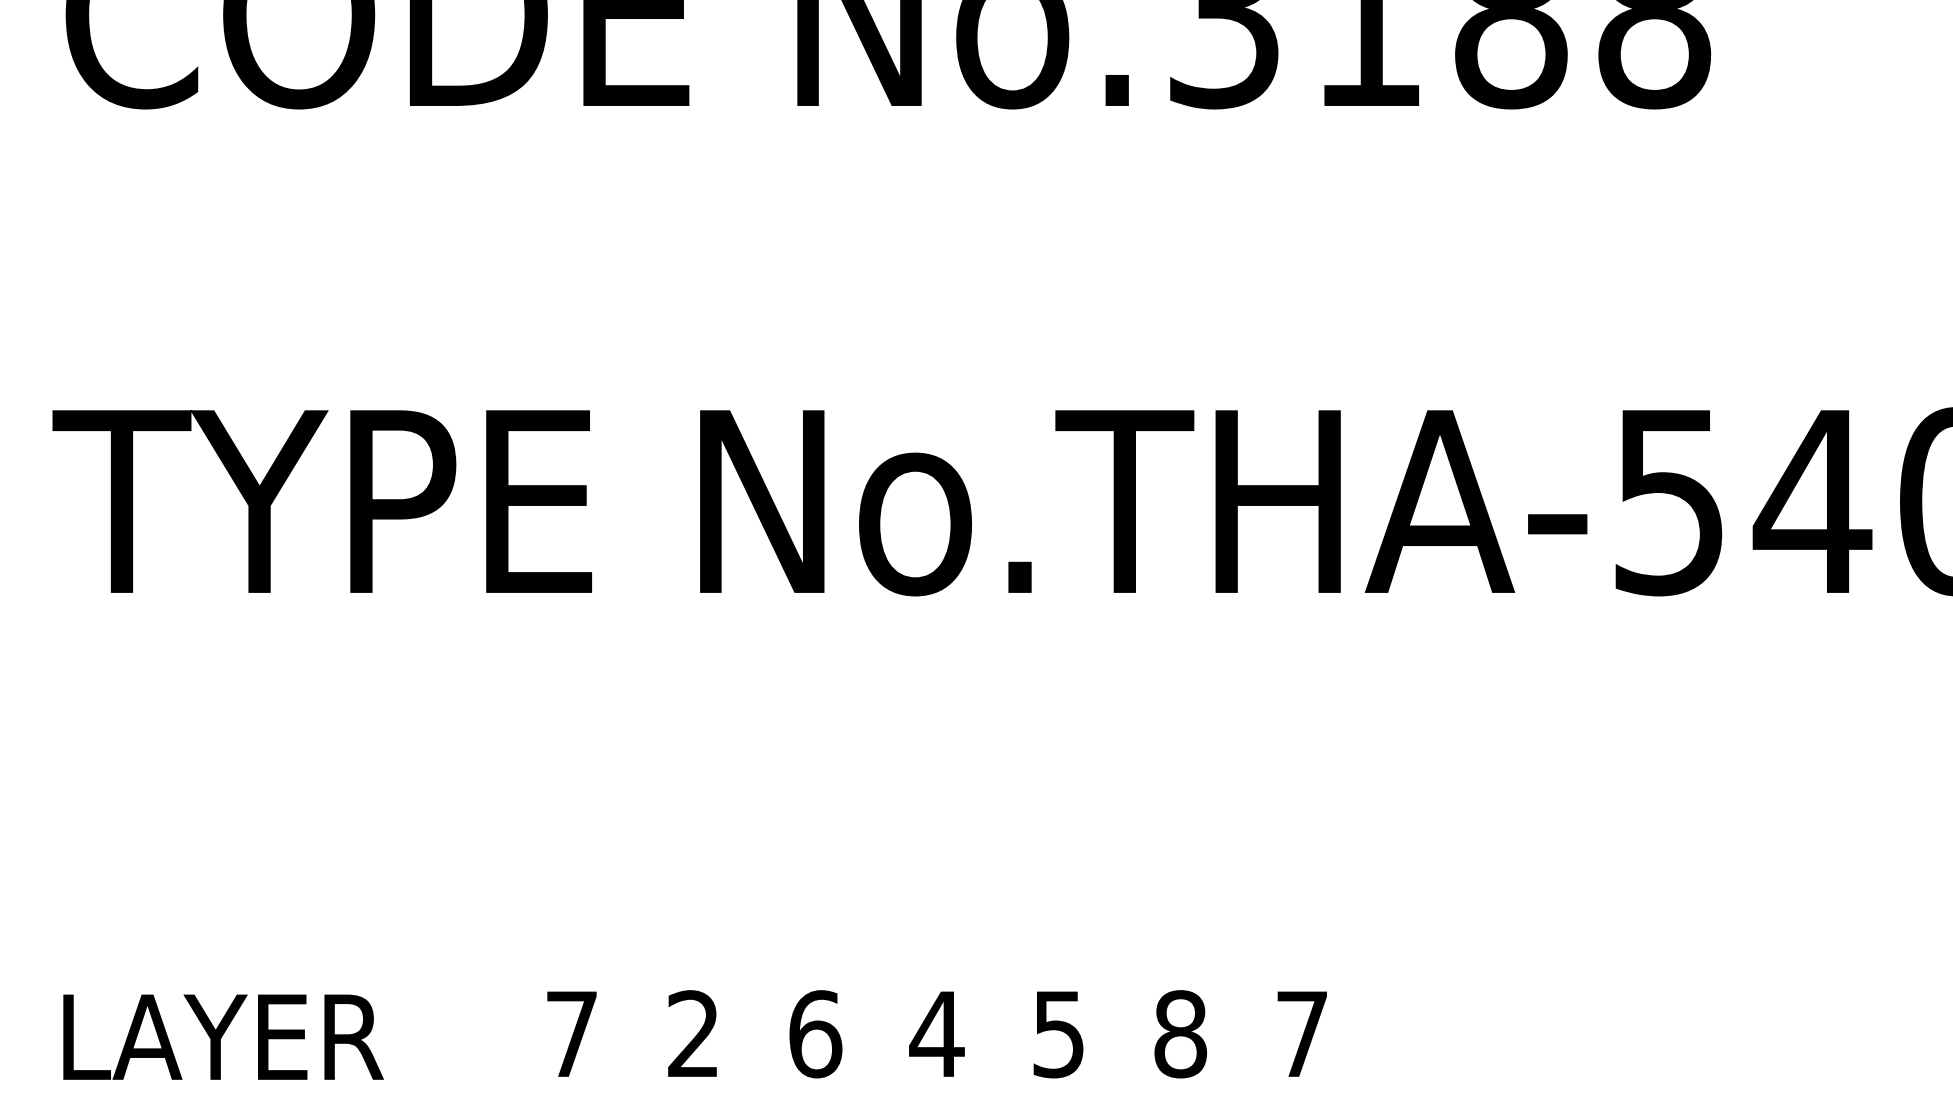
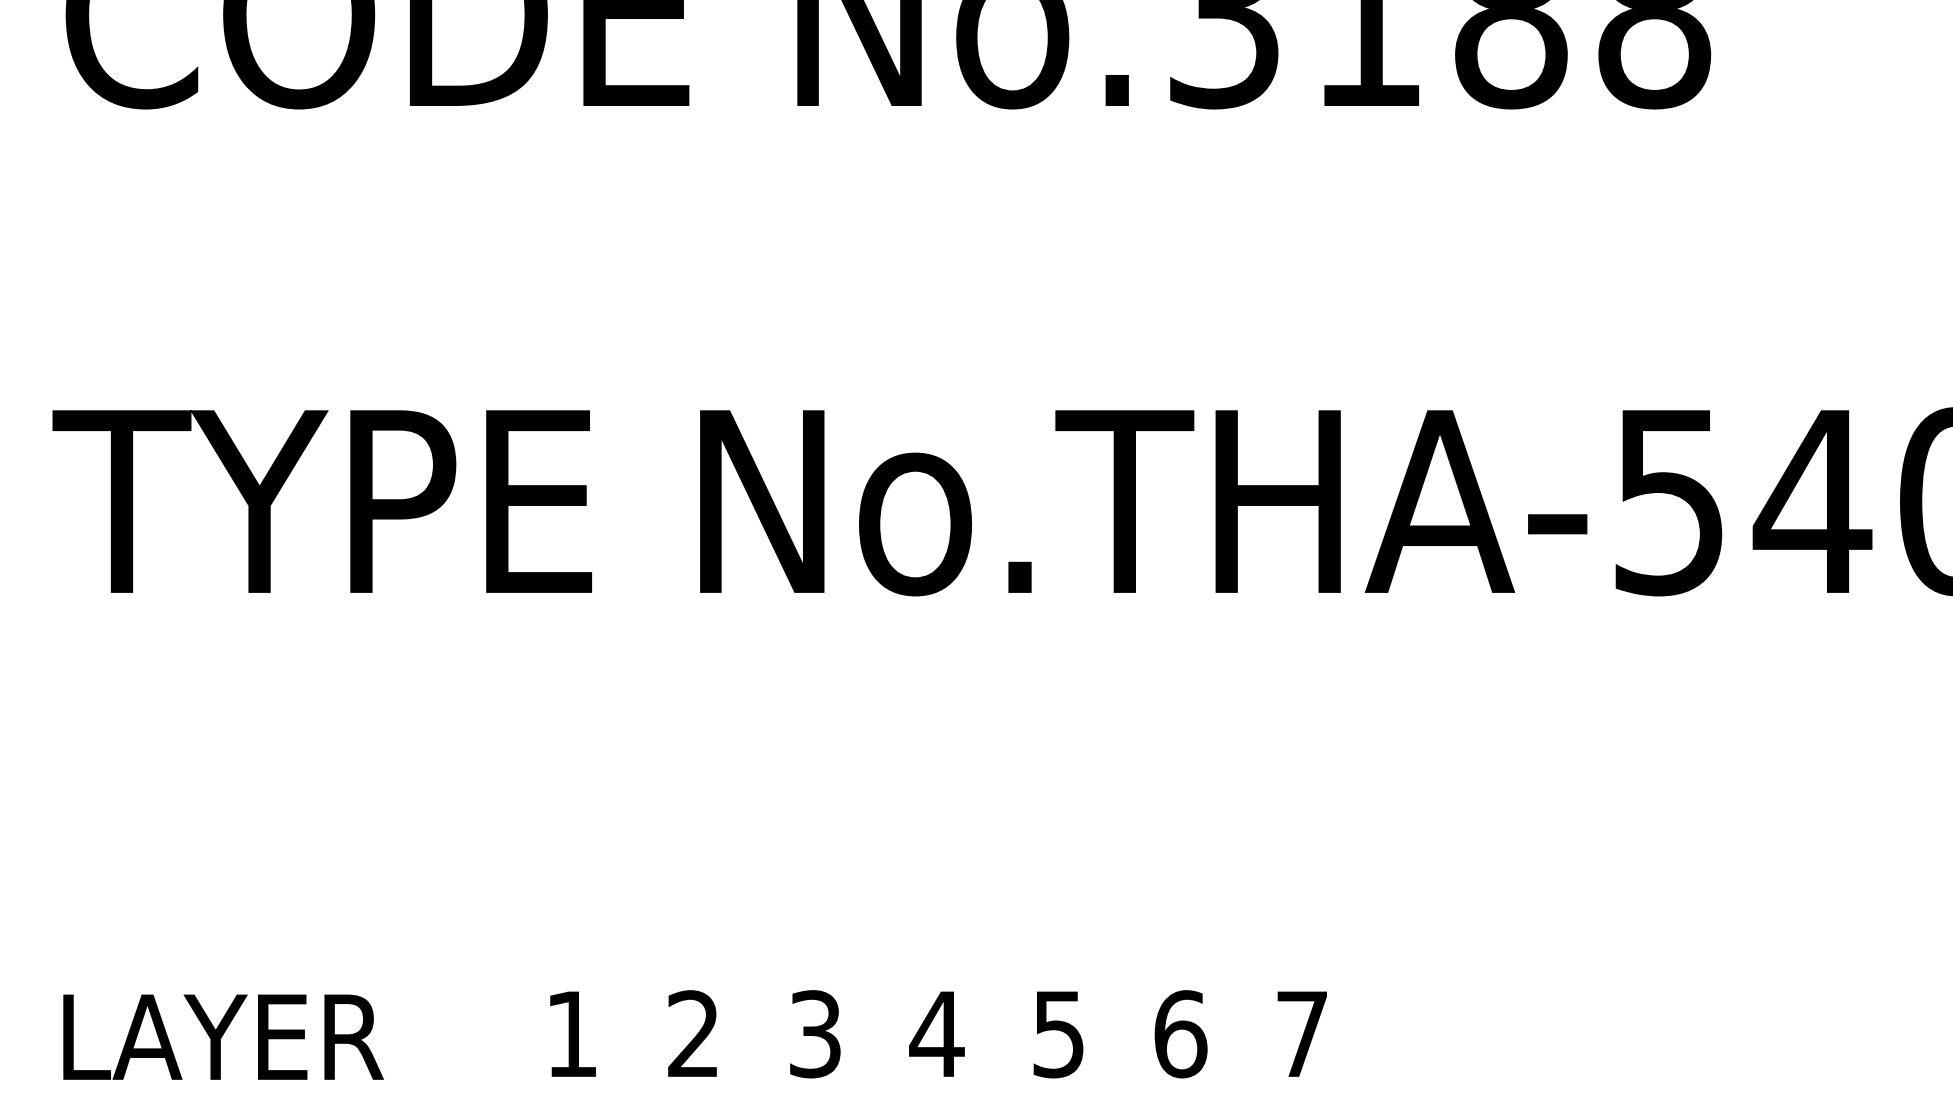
text at (571, 1033): 7 -> 1
text at (815, 1034): 6 -> 3
text at (1180, 1034): 8 -> 6
